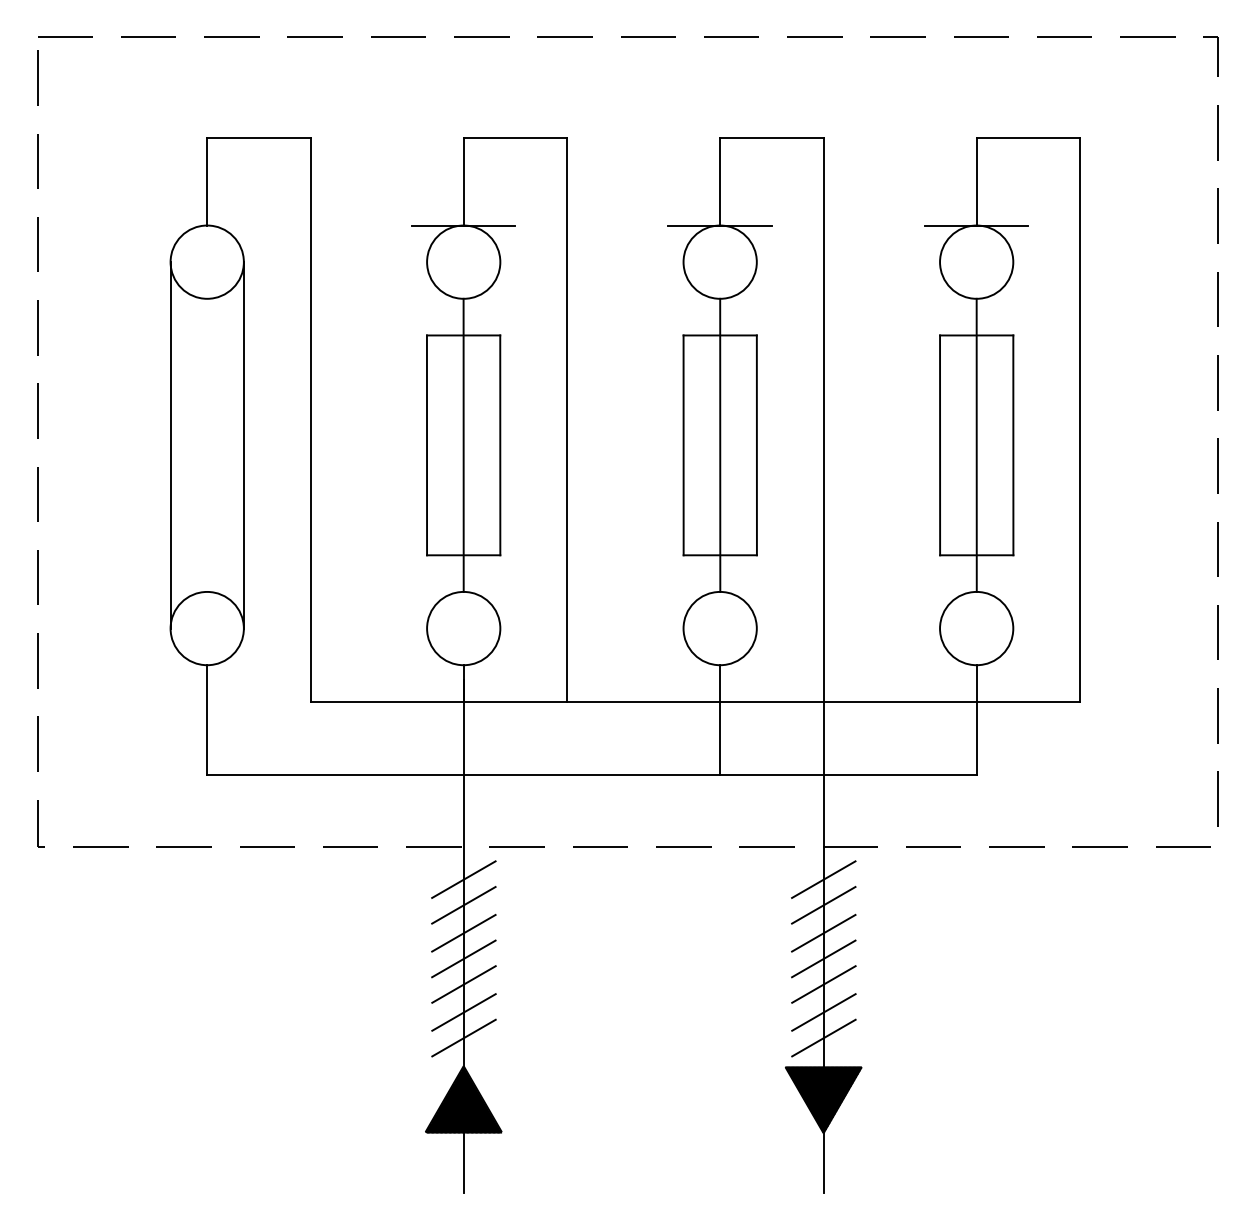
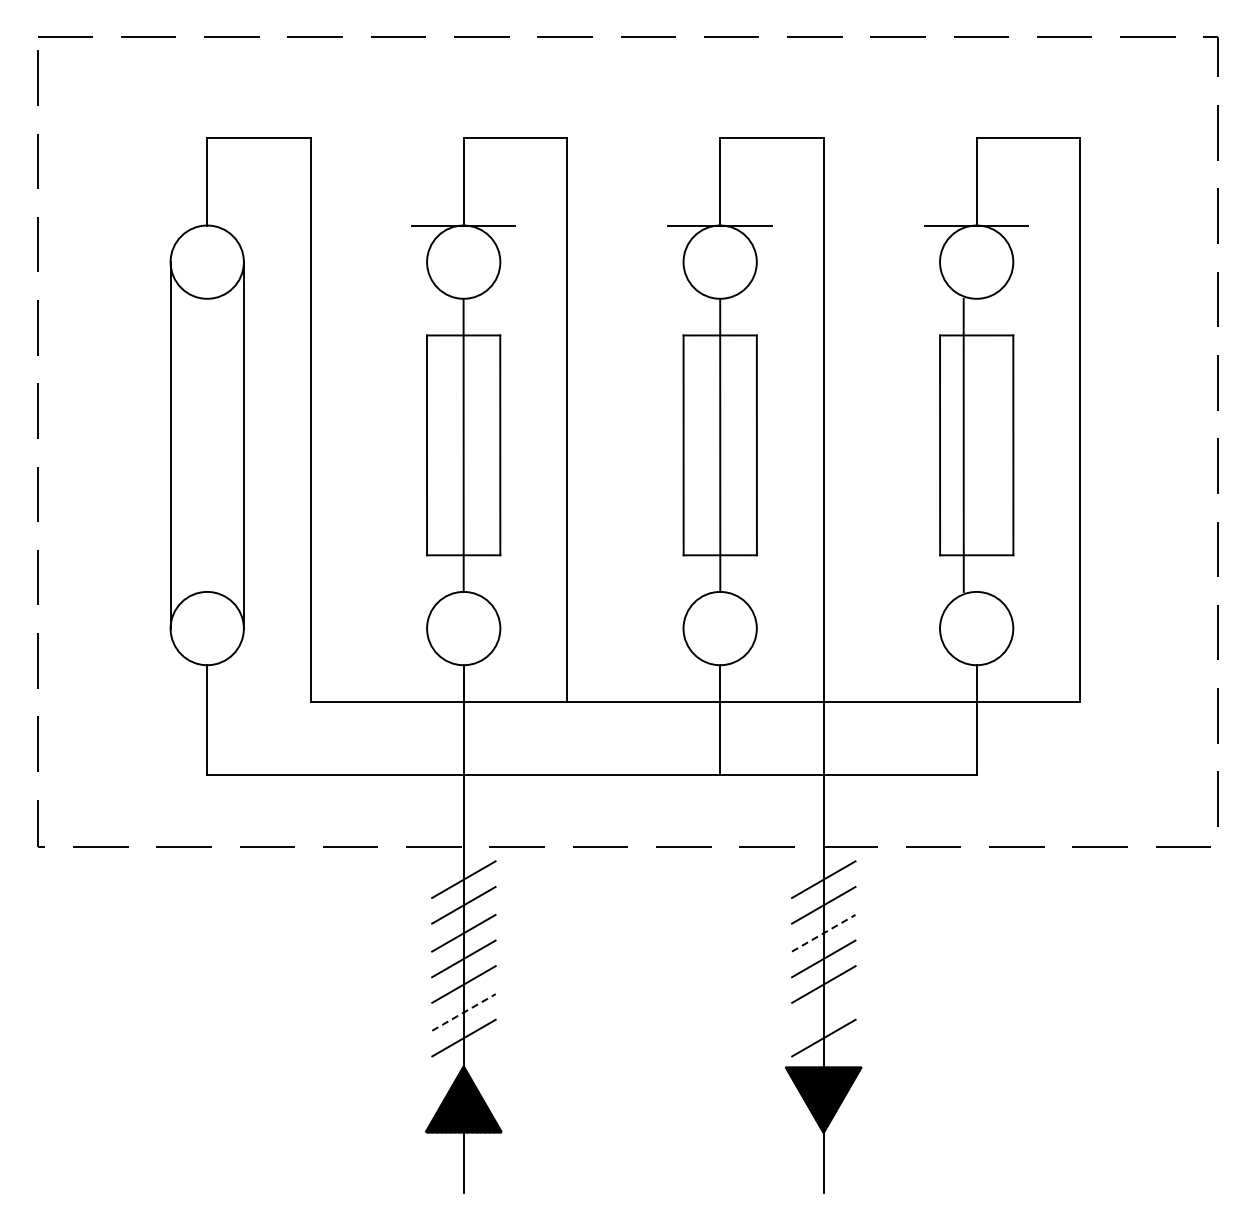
line at (976, 444) position: (976, 444) -> (963, 444)
line at (823, 933): solid -> dashed
line at (464, 1012): solid -> dashed
line at (823, 1012): present -> none
